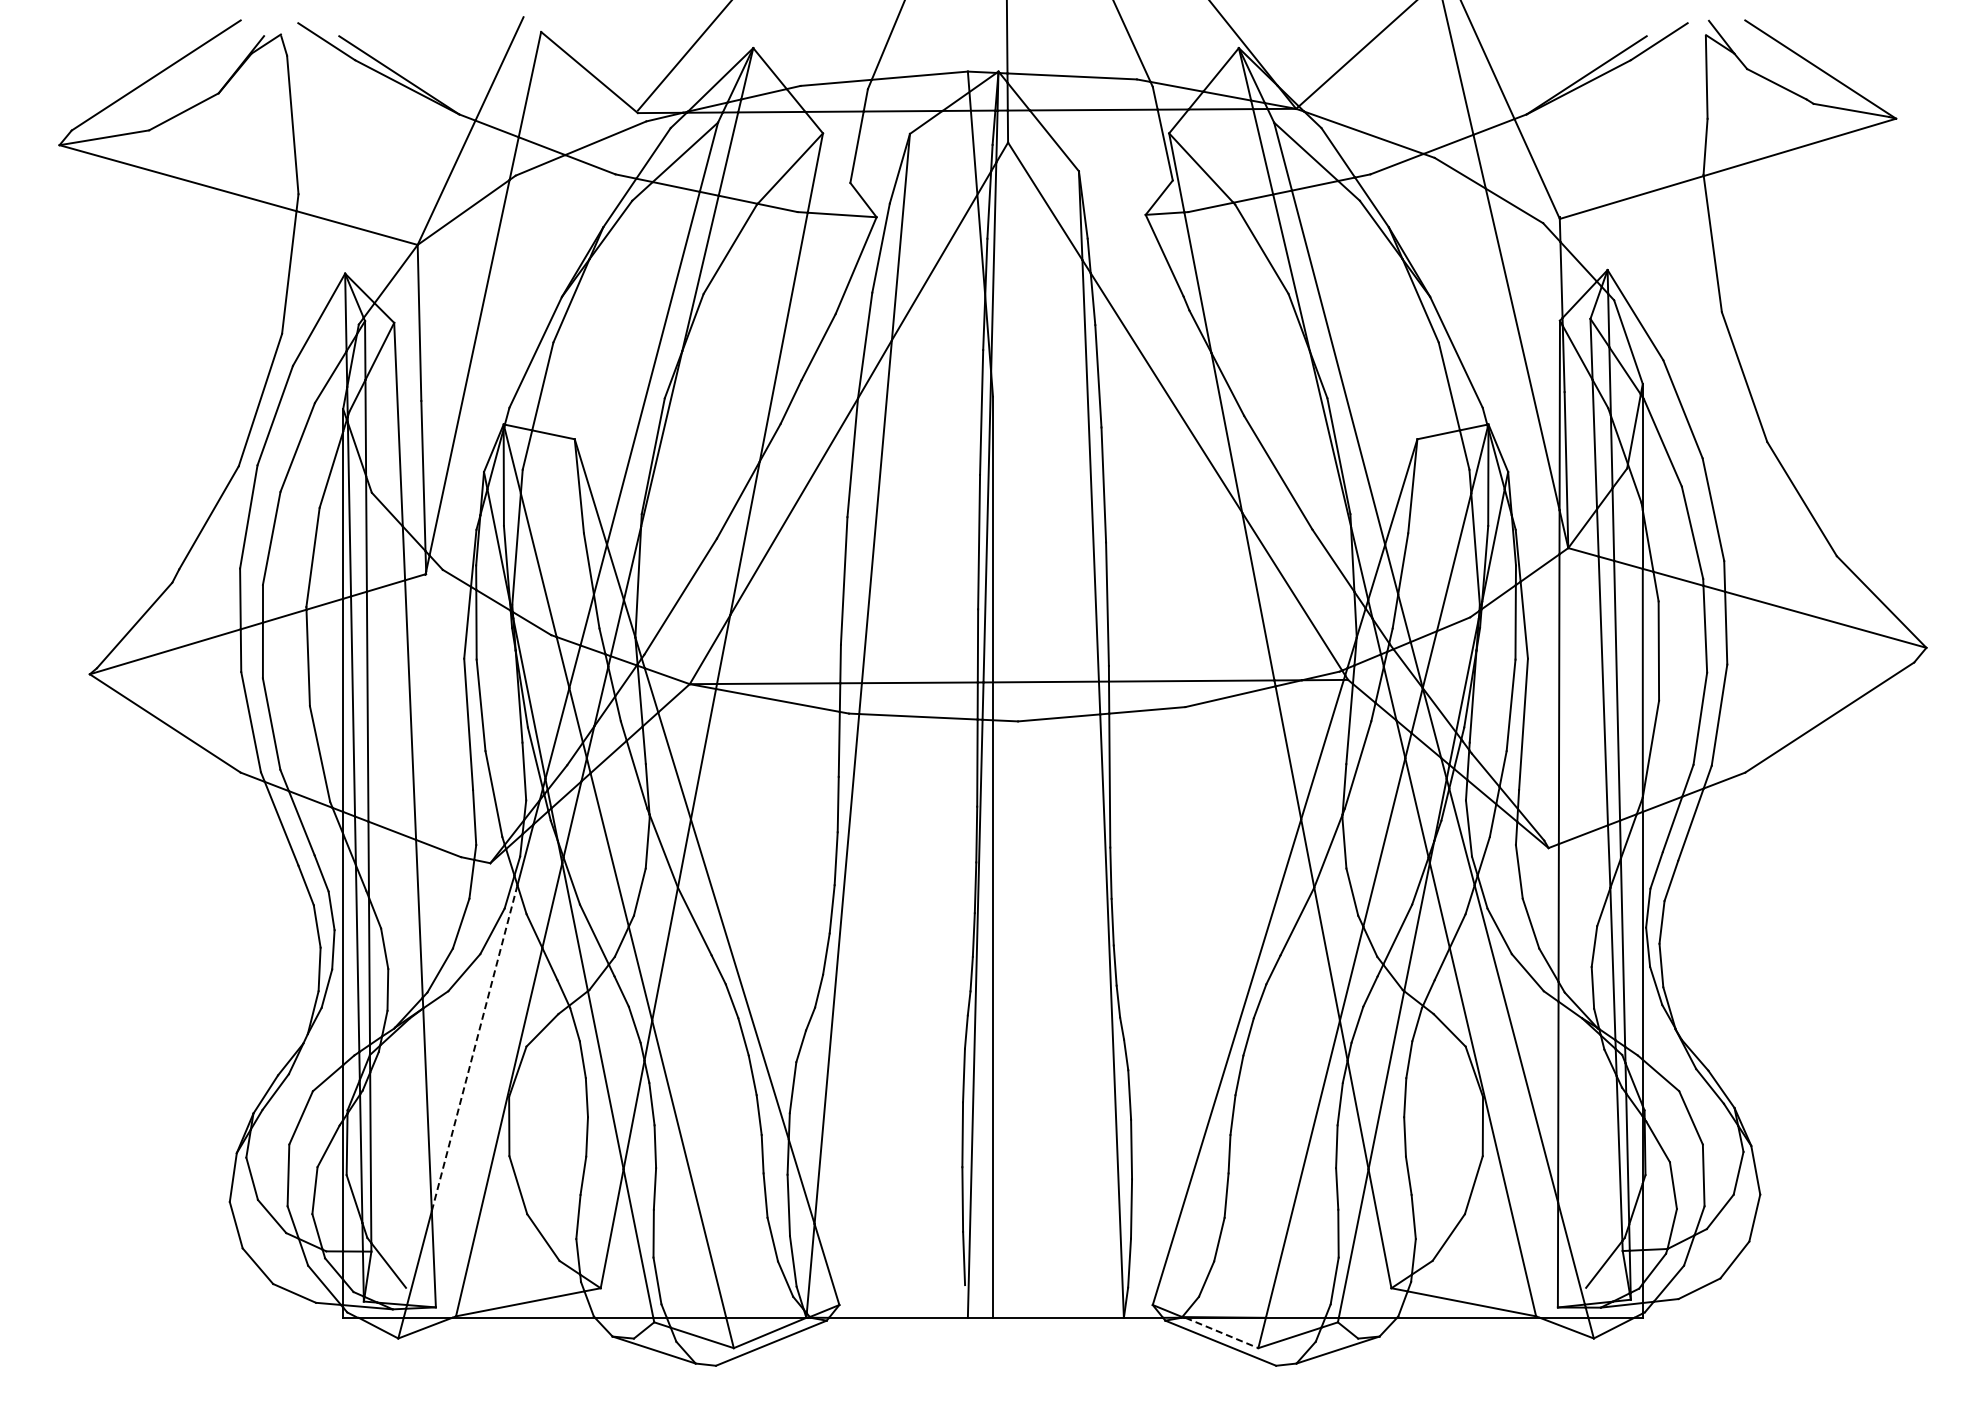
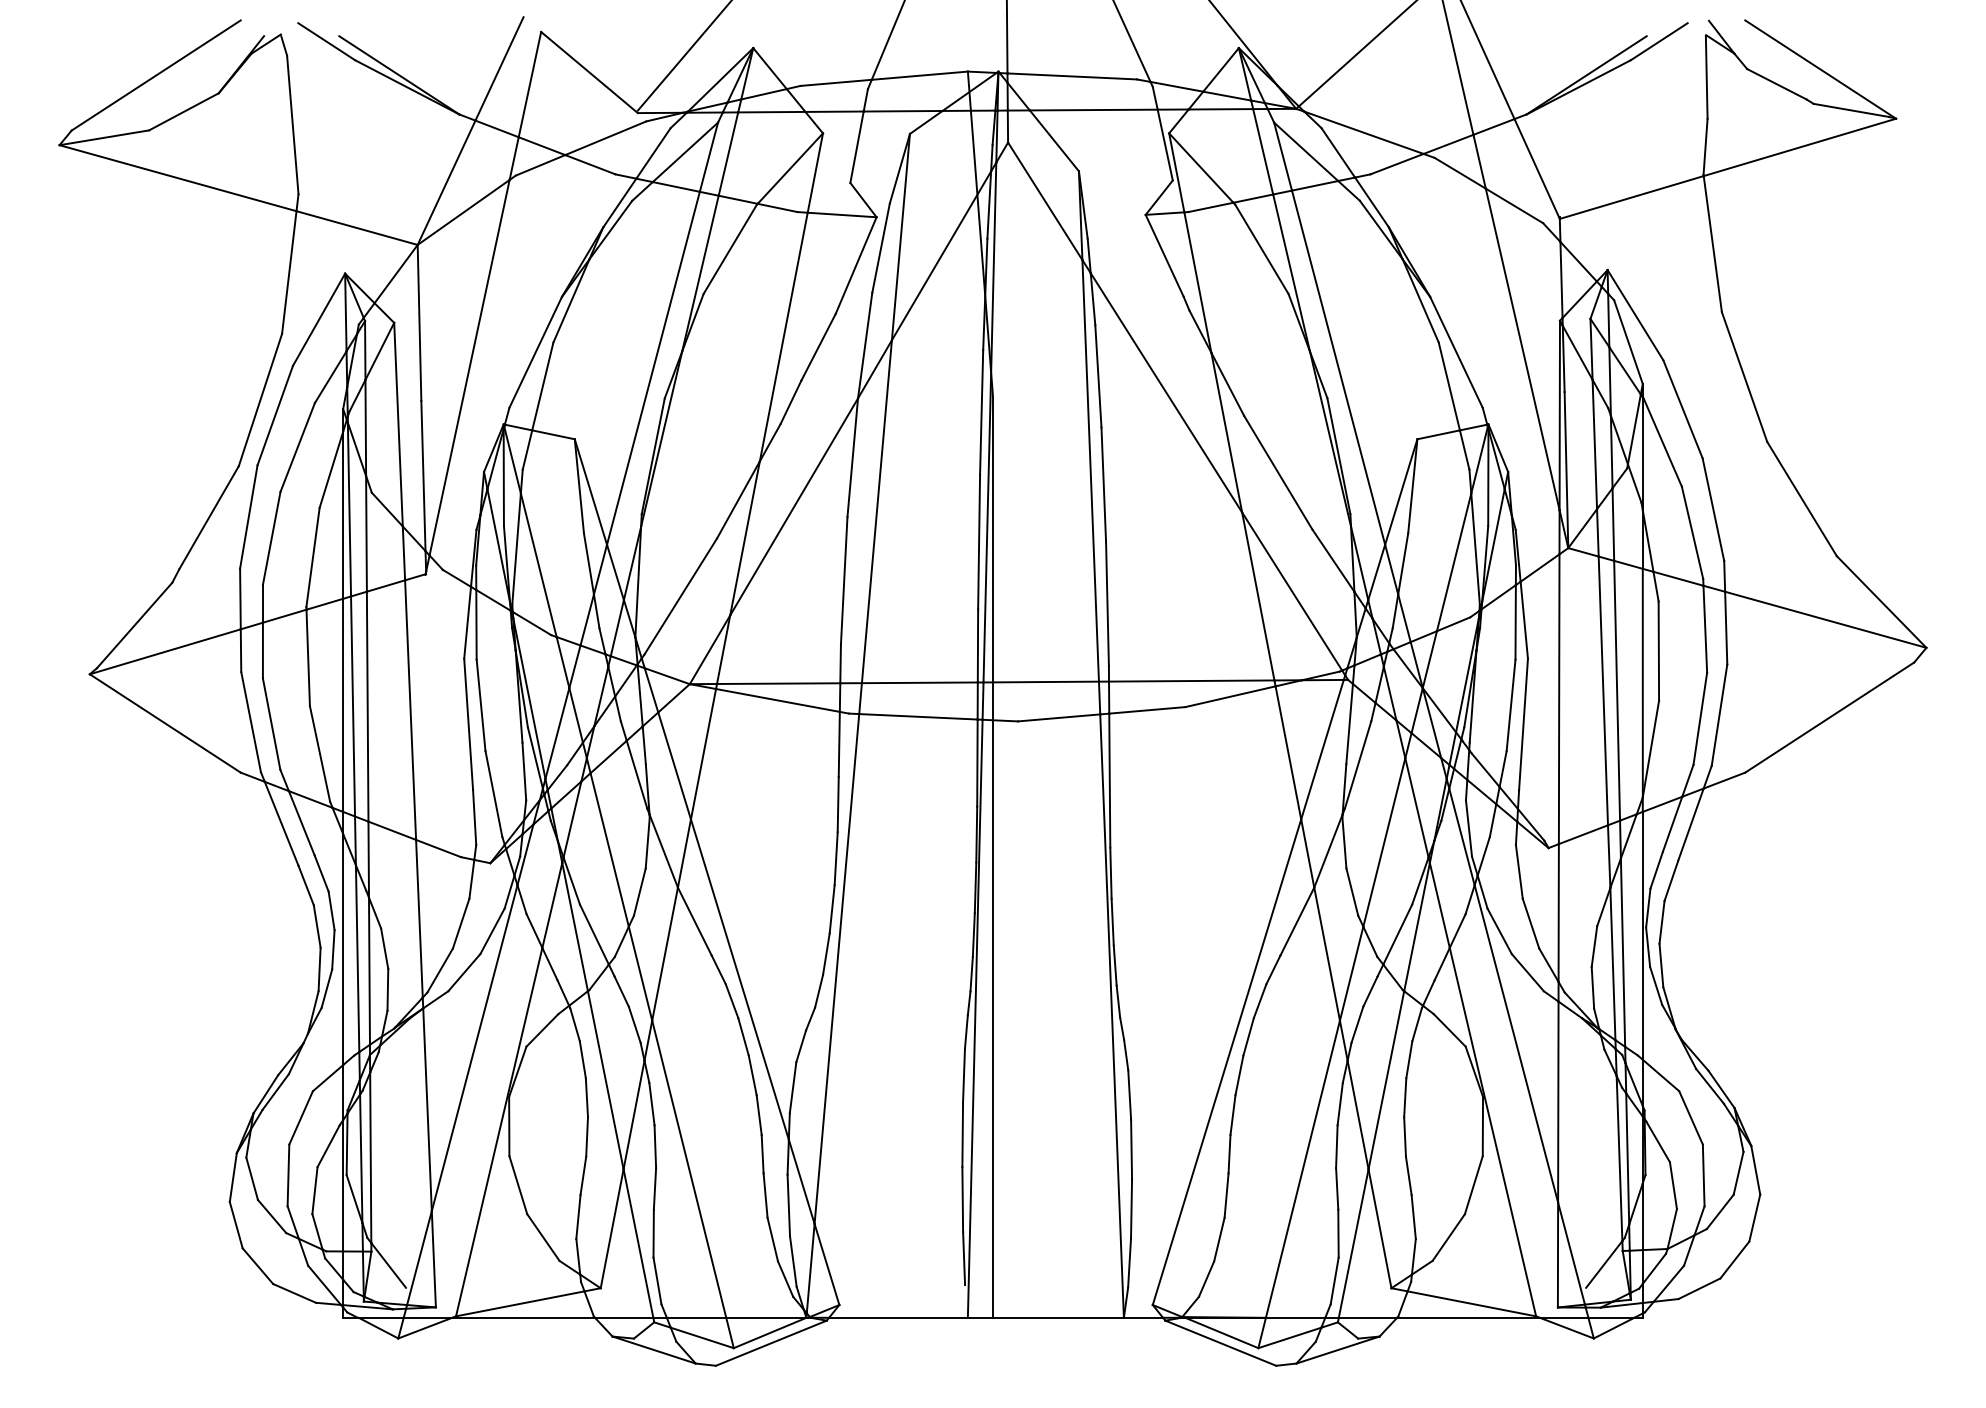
line at (474, 1048): dashed -> solid
line at (1222, 1333): dashed -> solid
